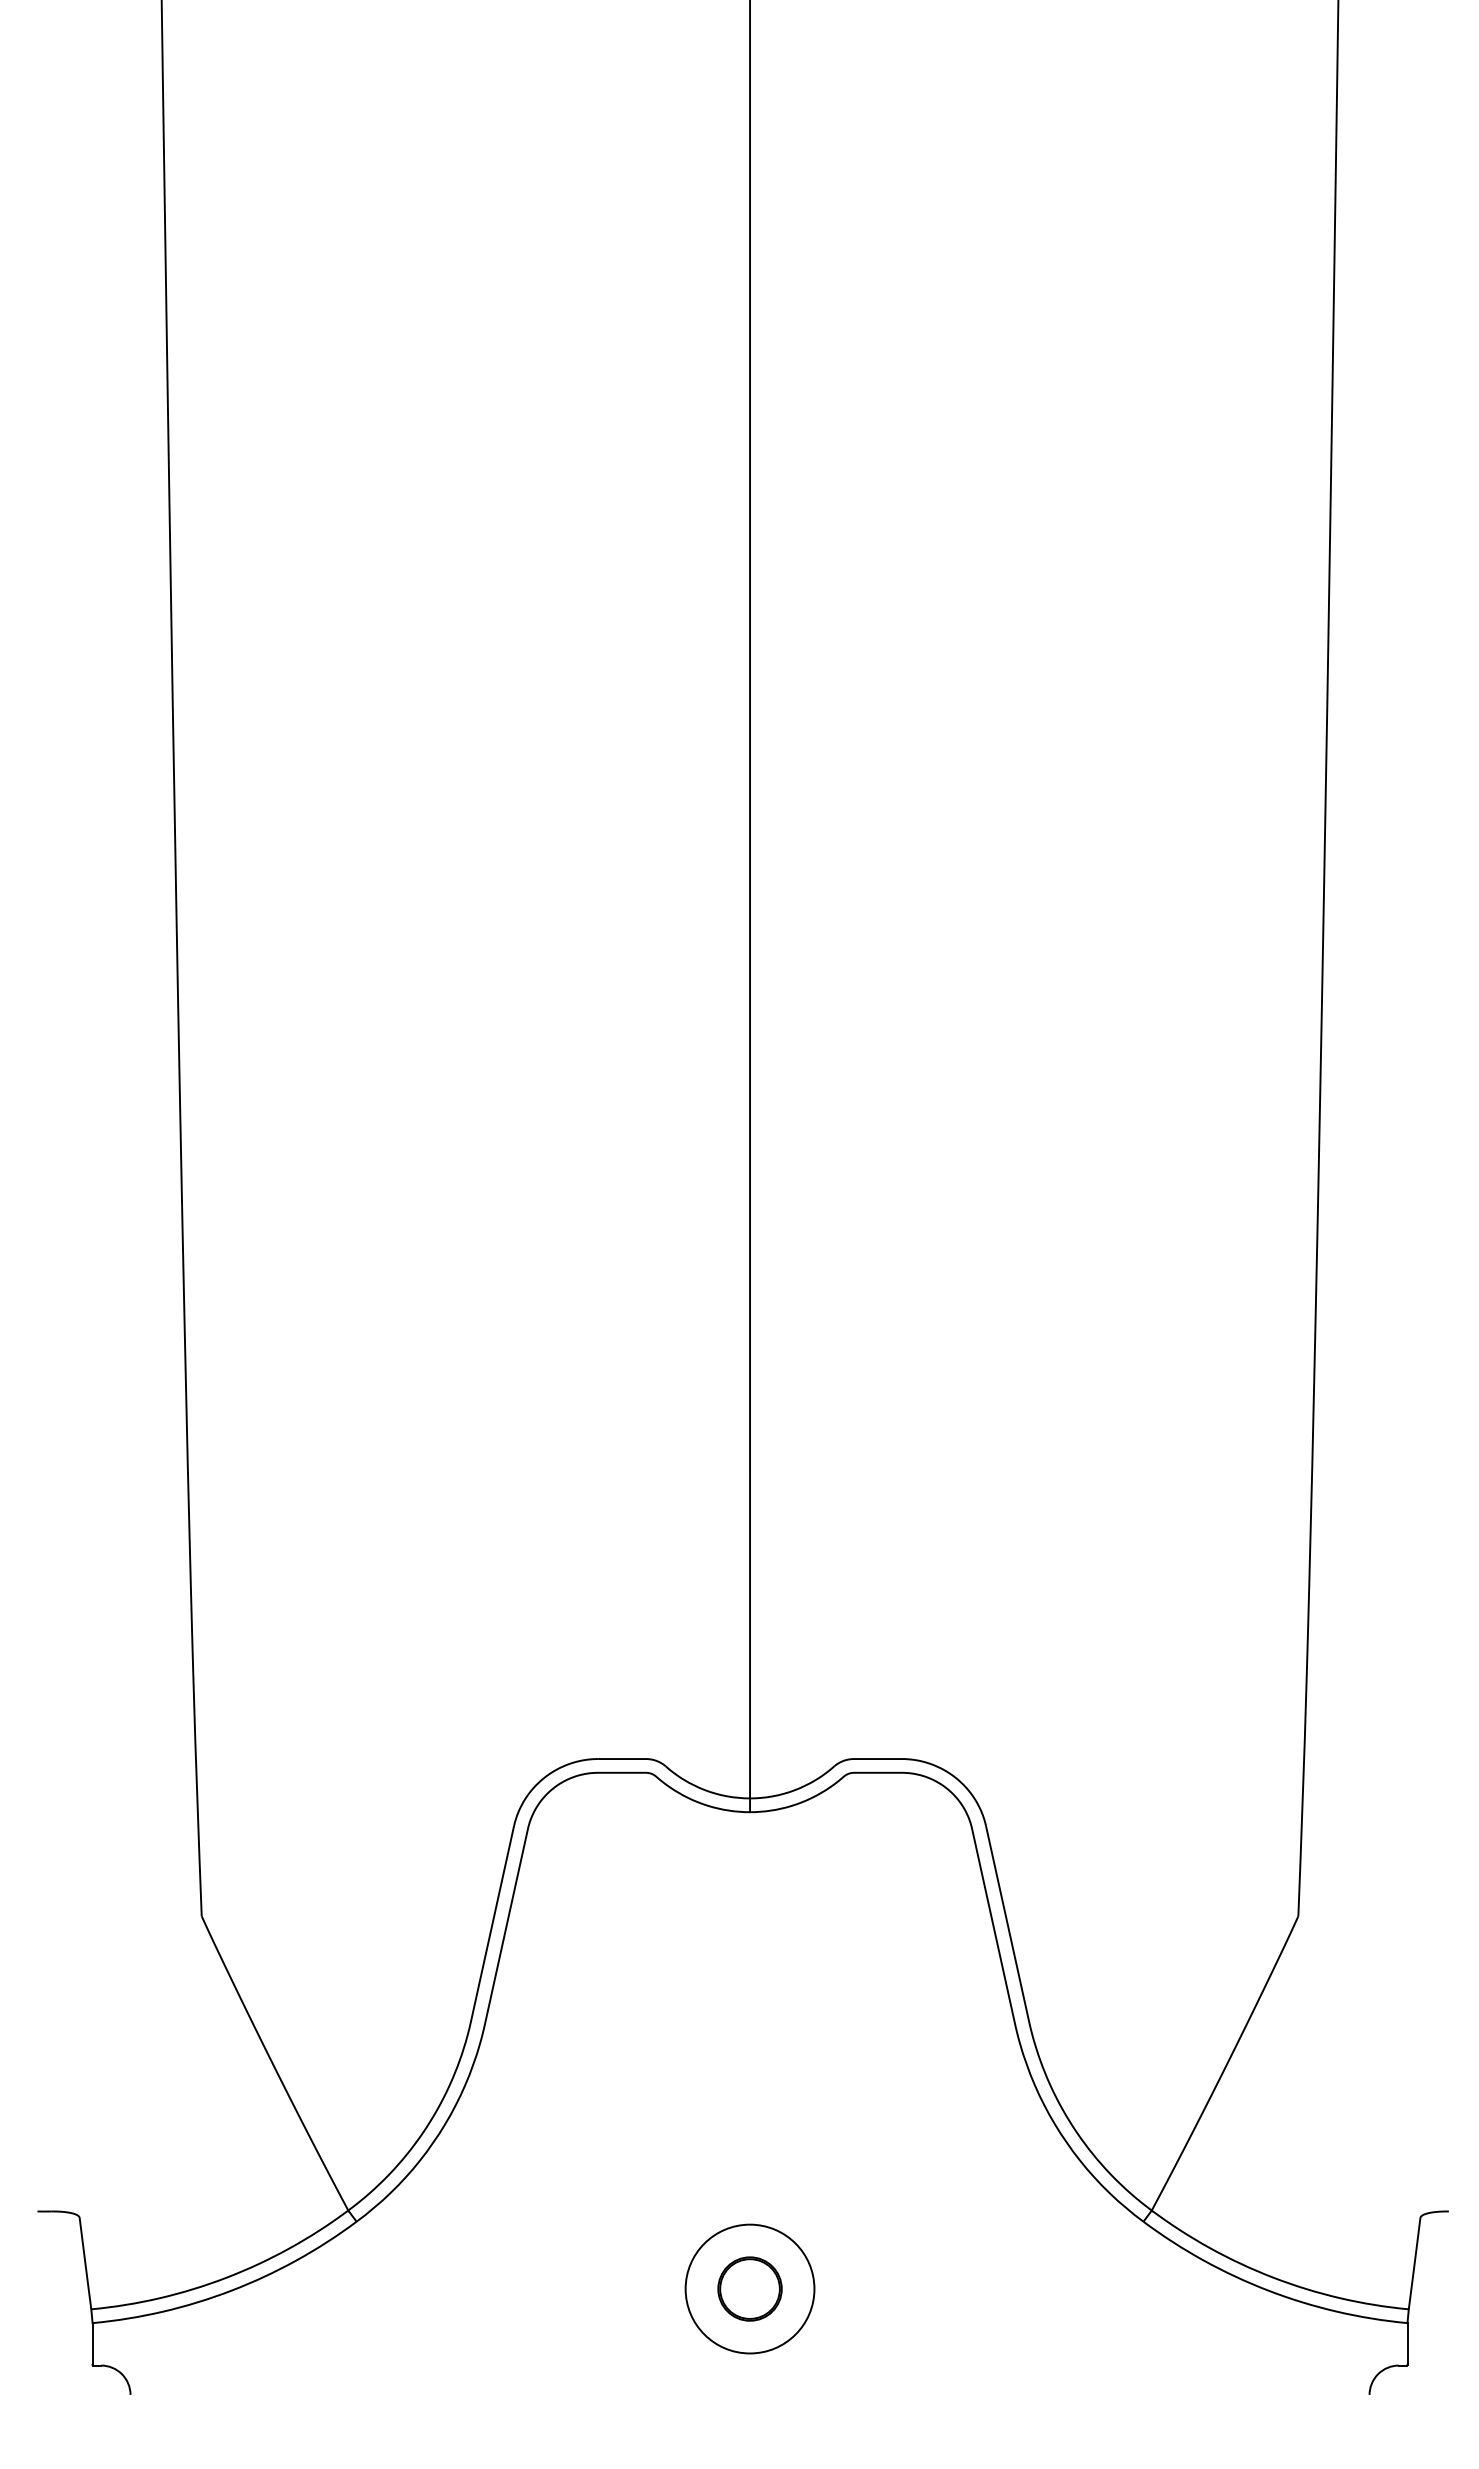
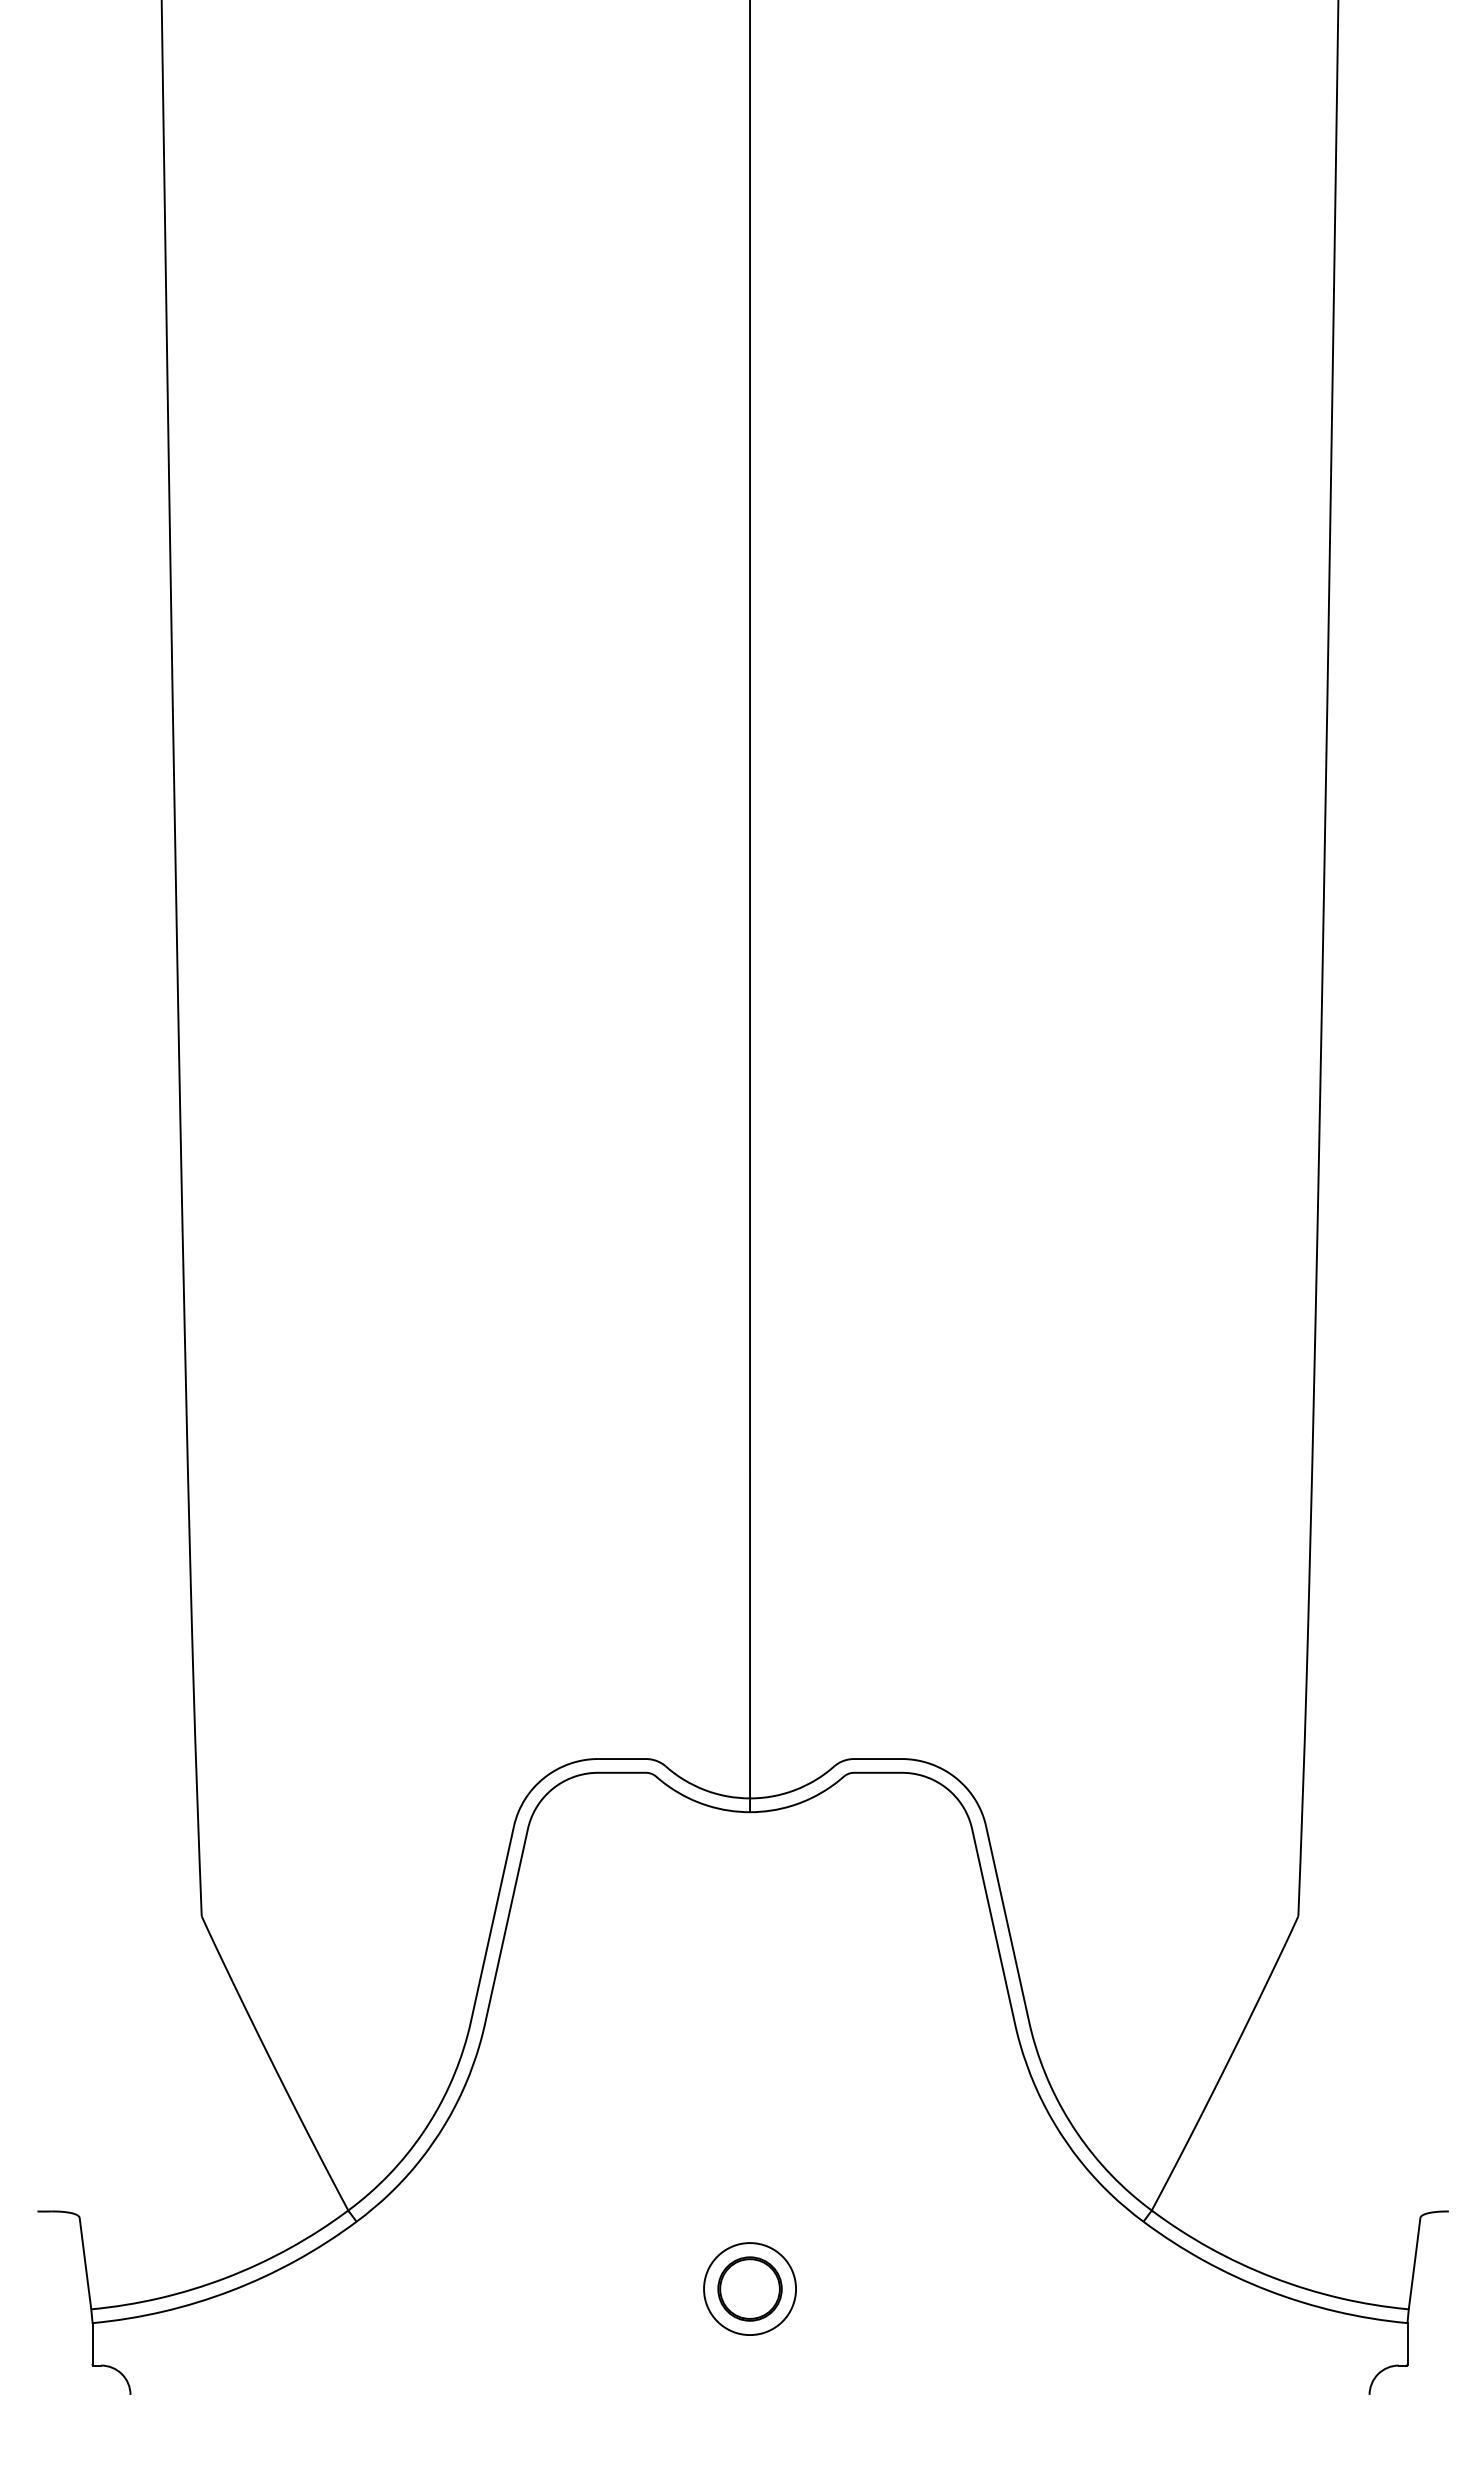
circle at (749, 2288) diameter: 129 px -> 92 px
